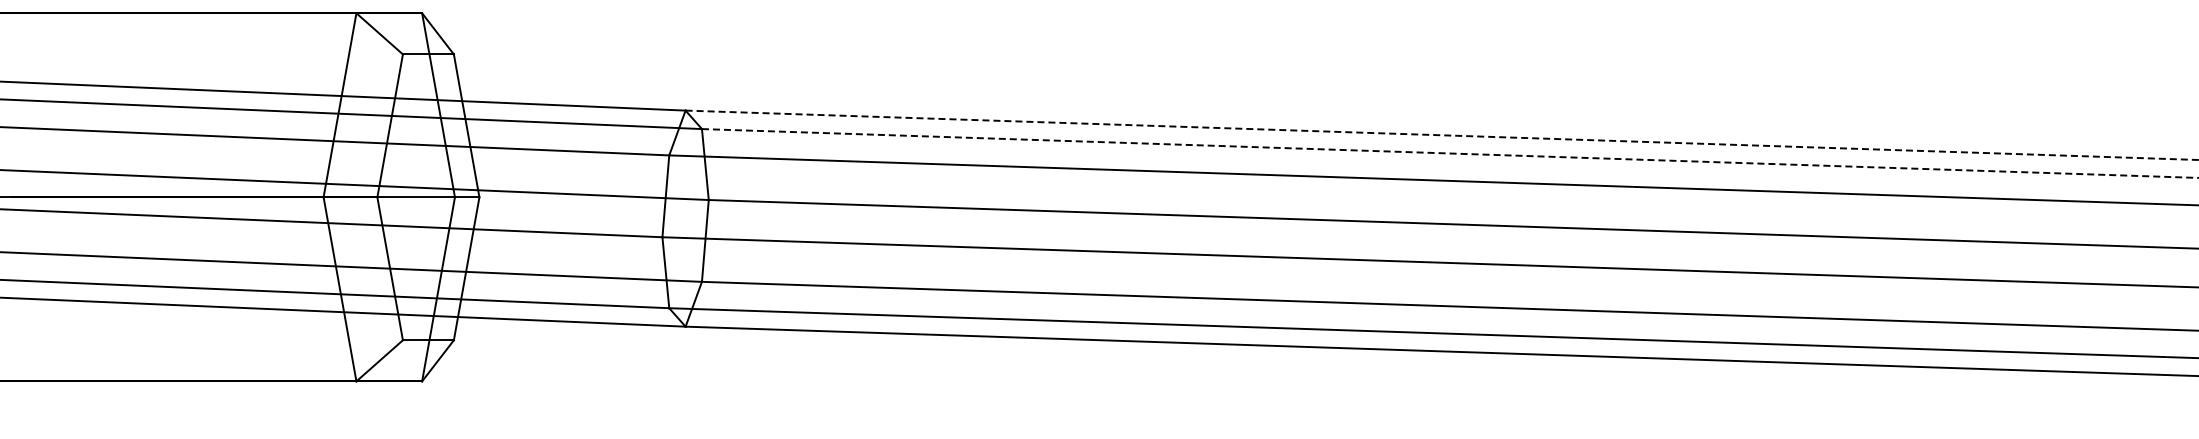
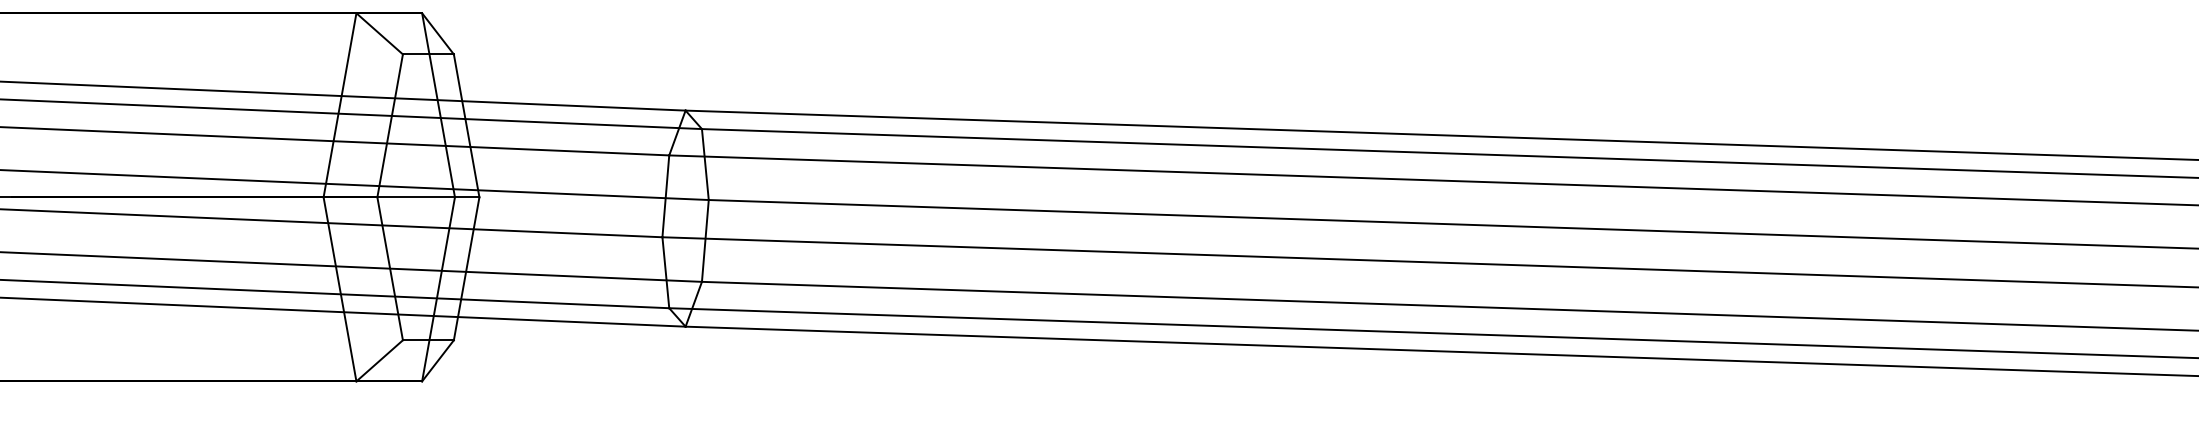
line at (1442, 135): dashed -> solid
line at (1450, 153): dashed -> solid
